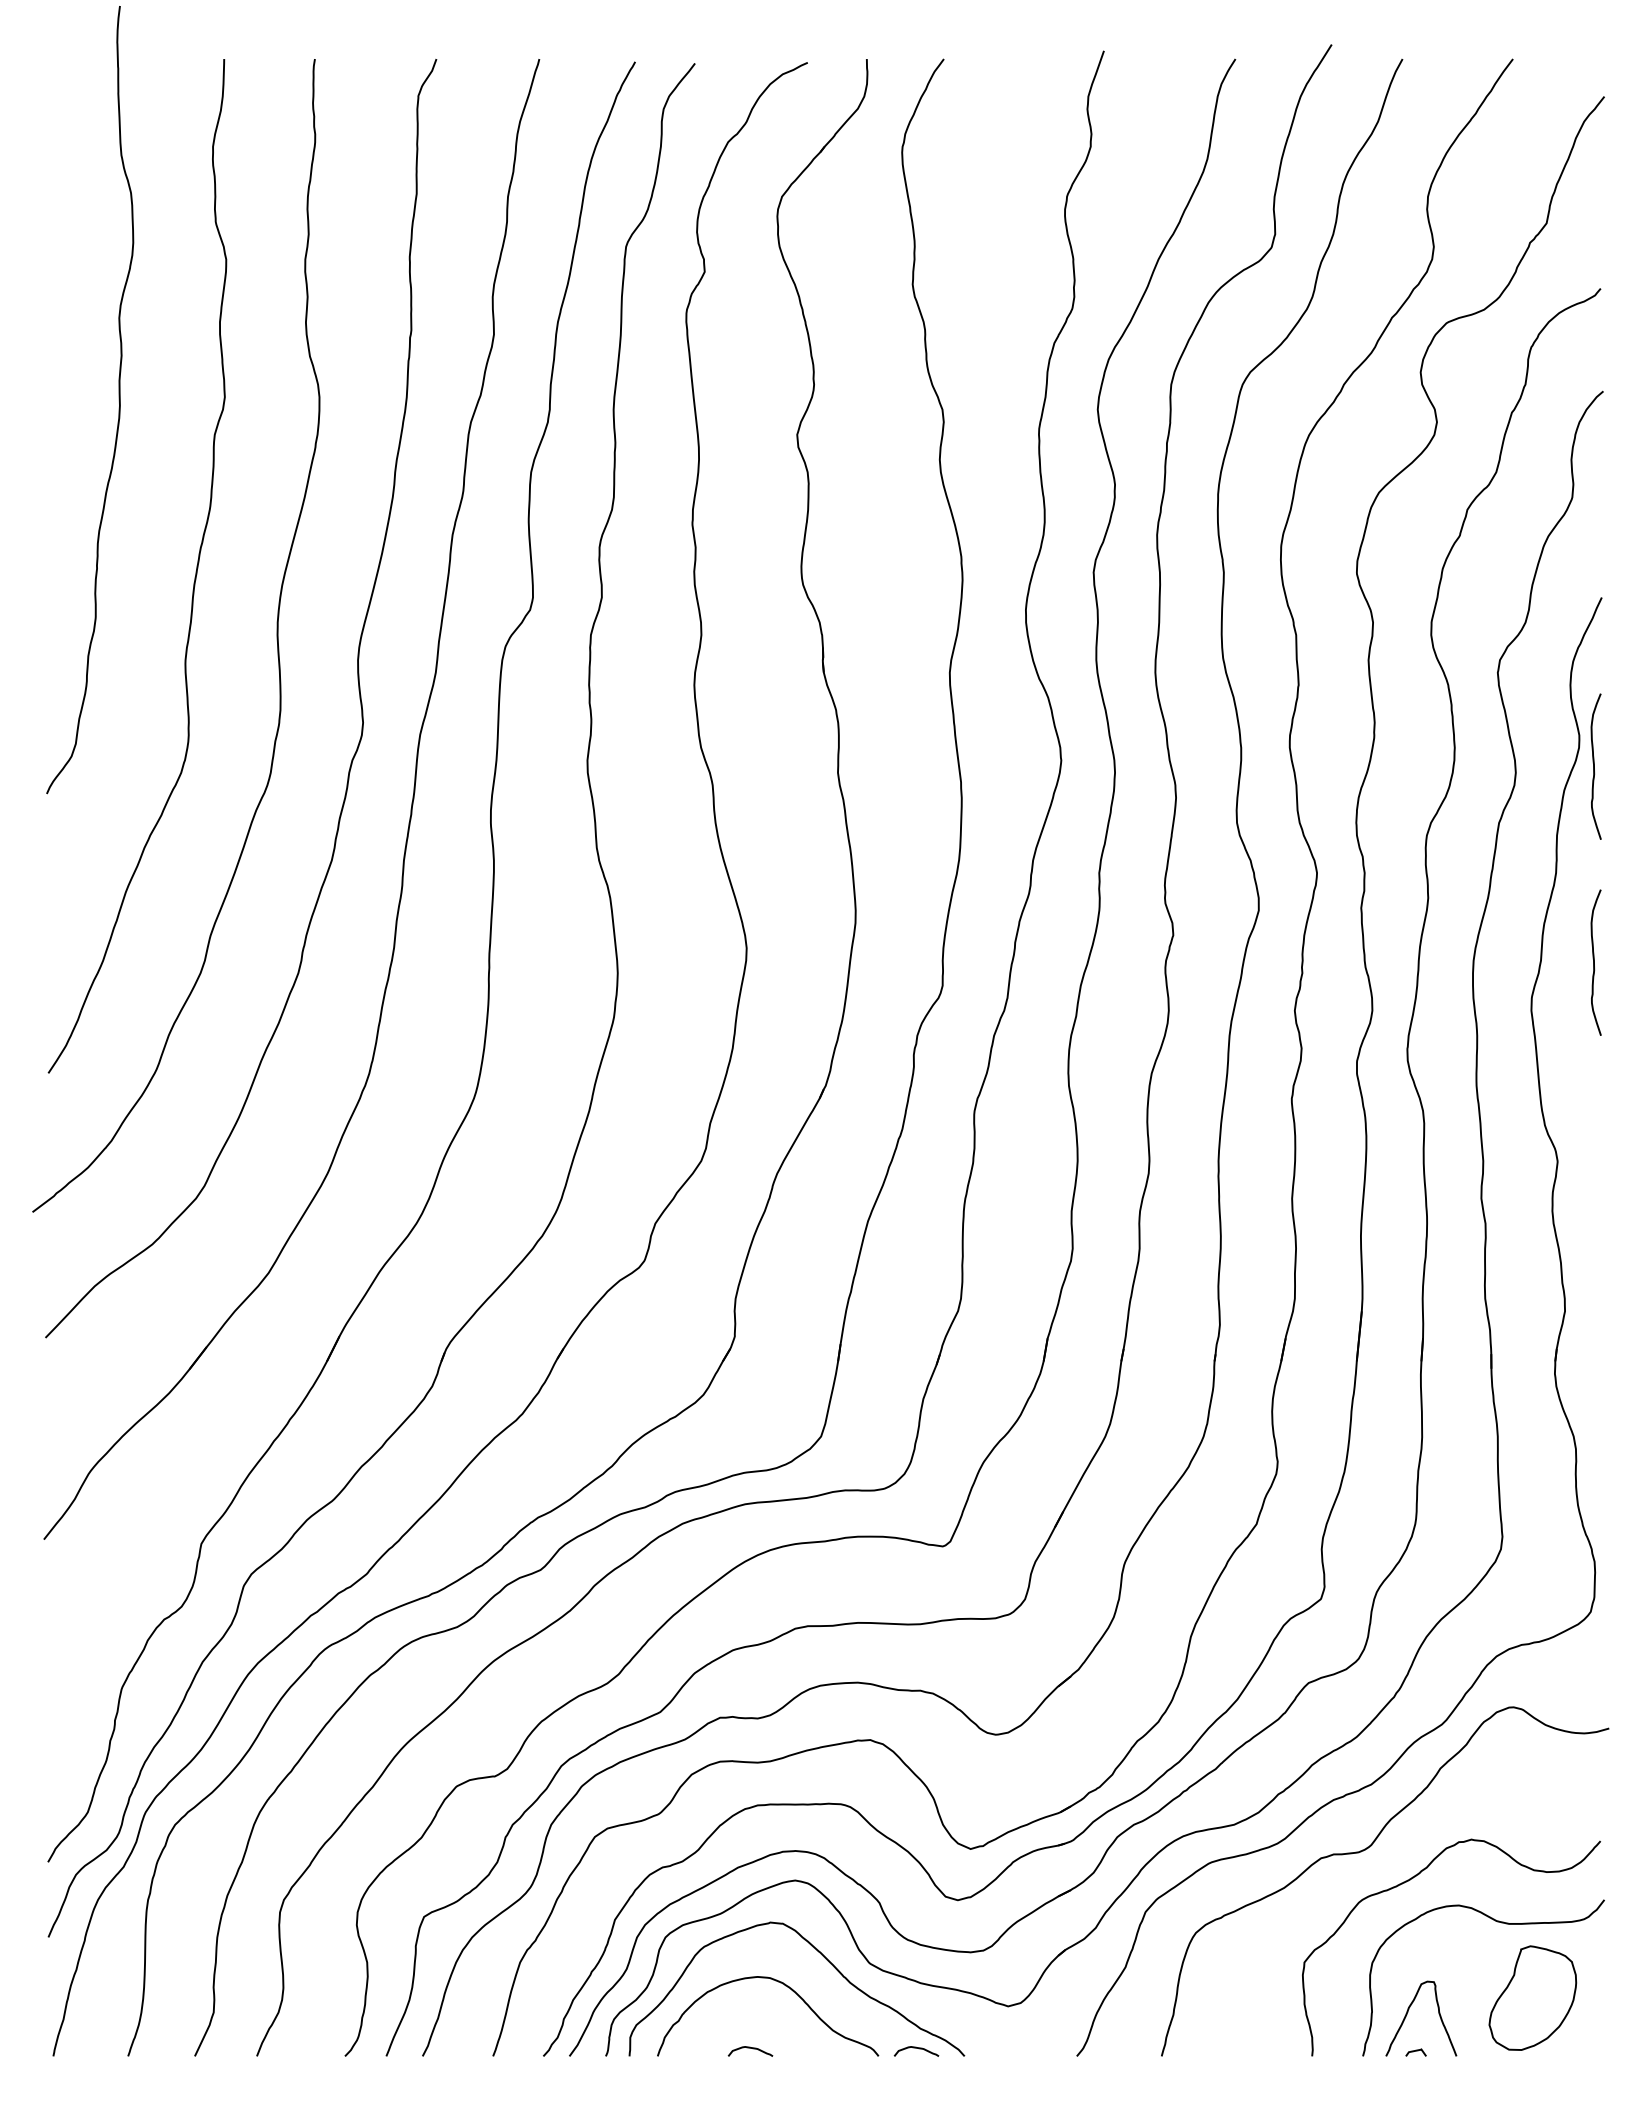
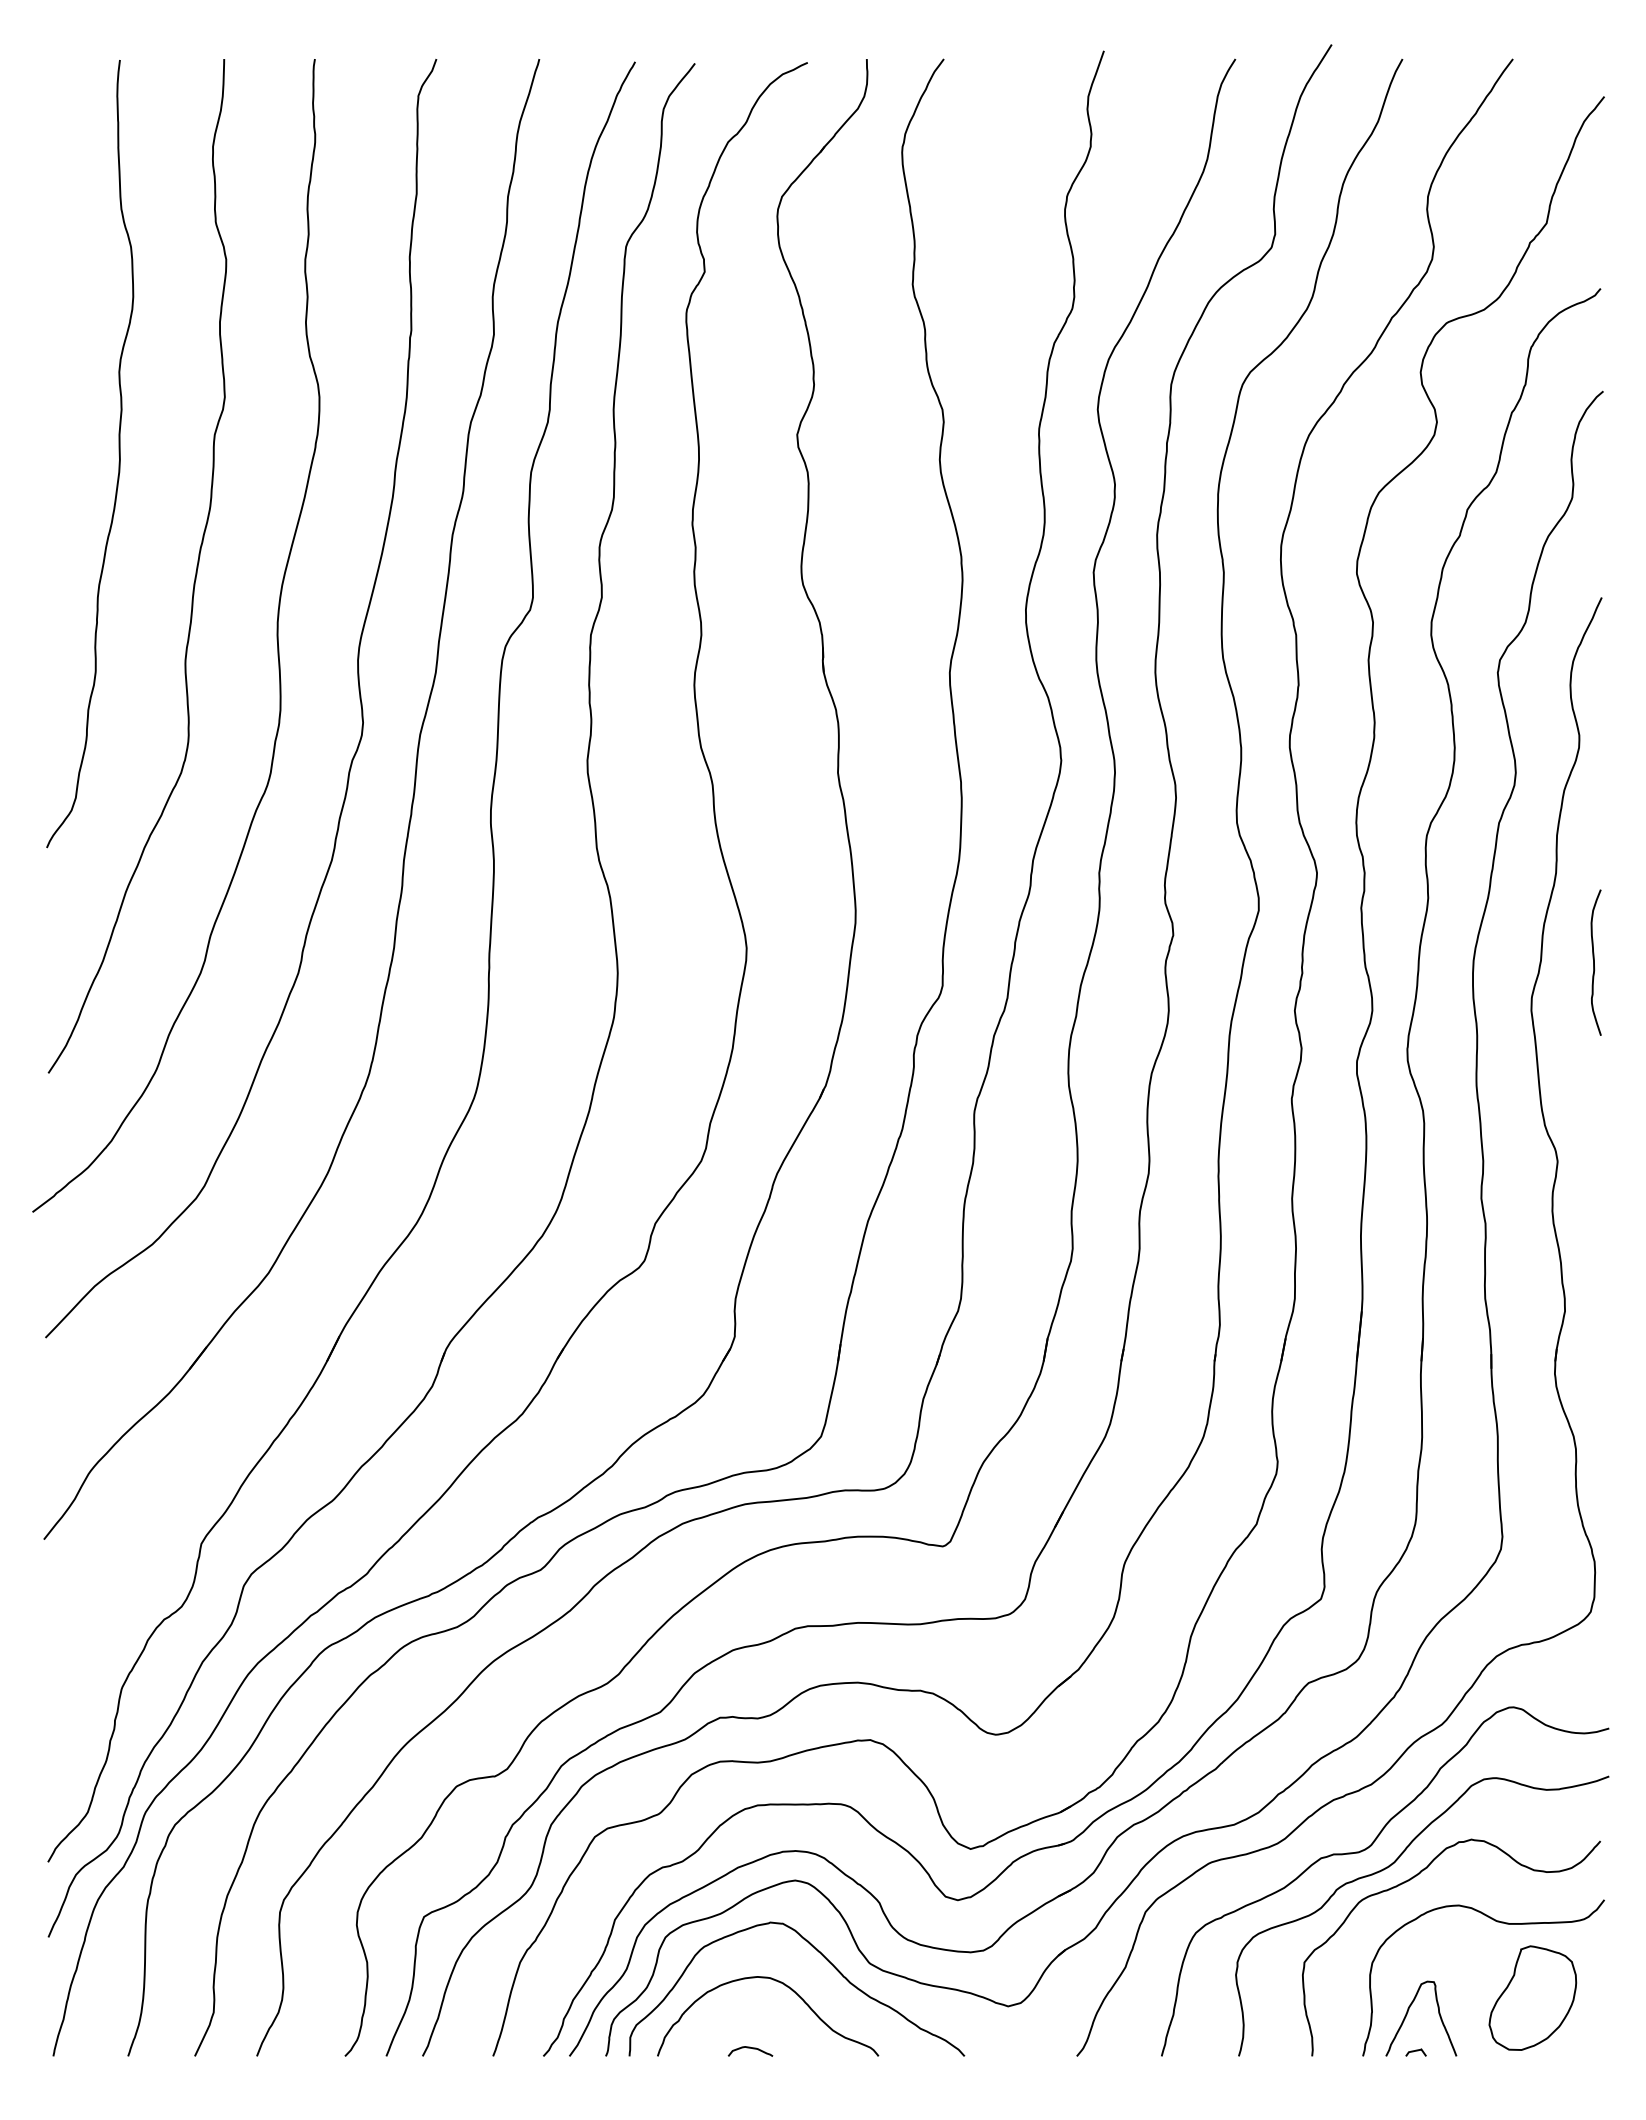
curve at (118, 400) position: (118, 400) -> (118, 454)
curve at (1594, 766): present -> none
curve at (1389, 1867): none -> present
curve at (916, 2048): present -> none
